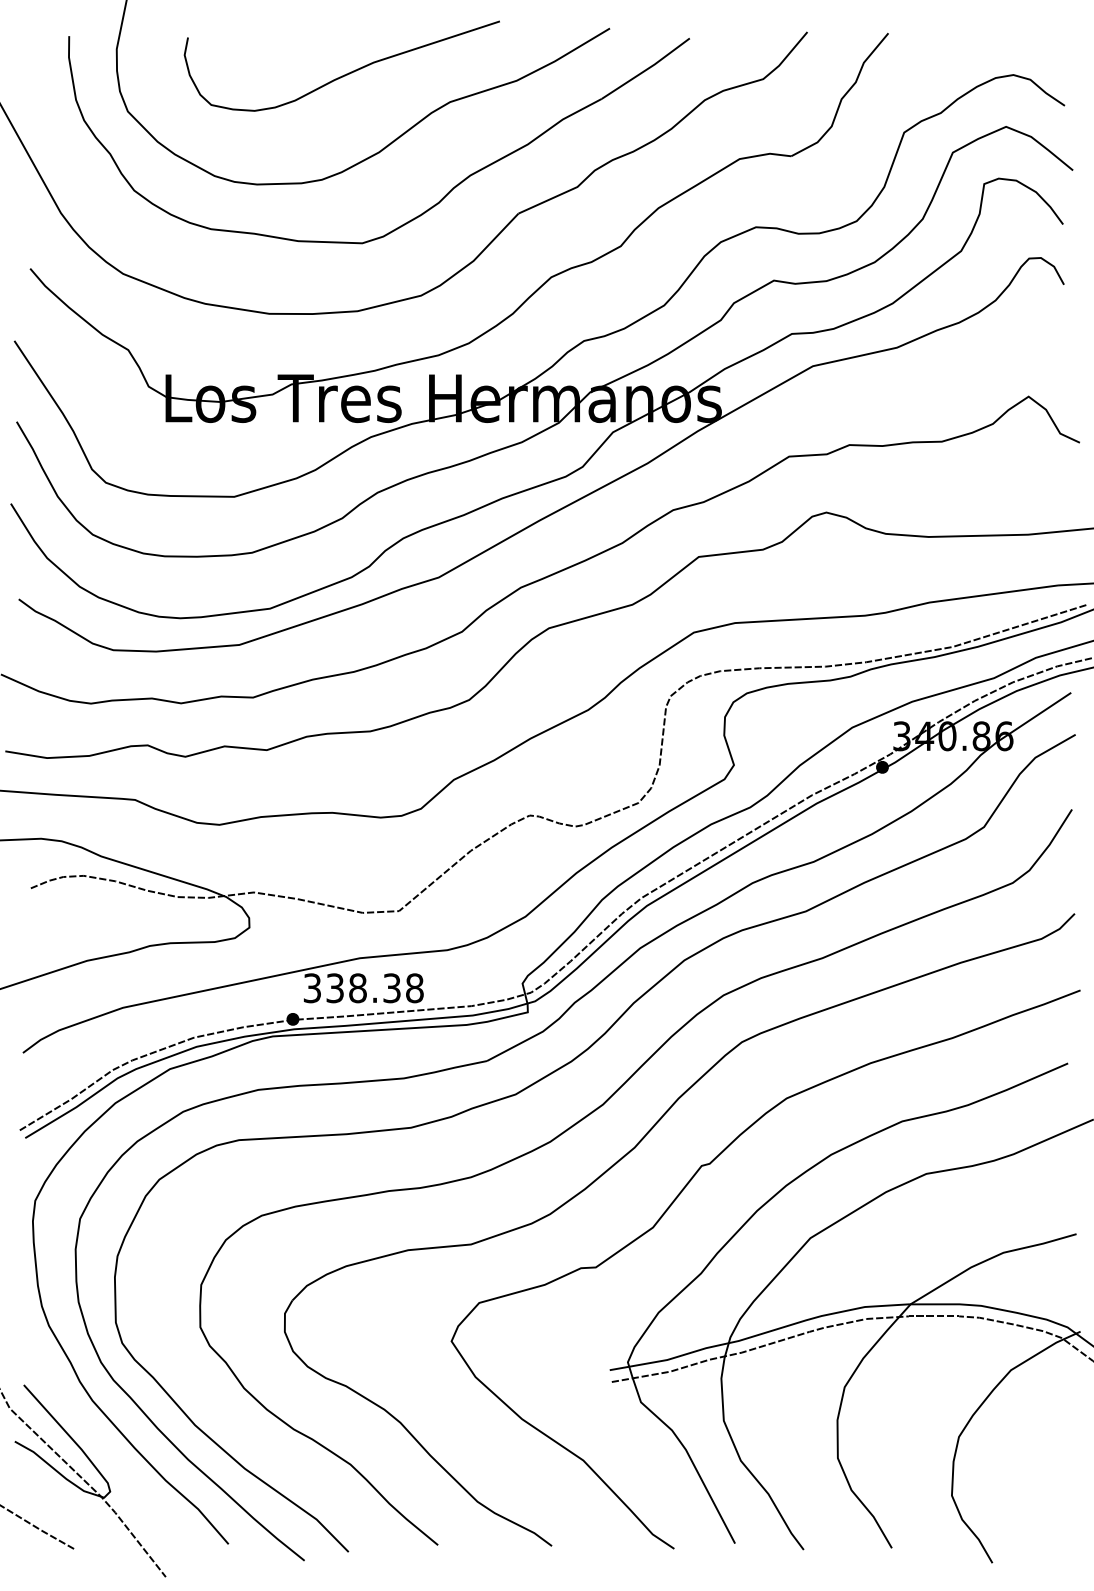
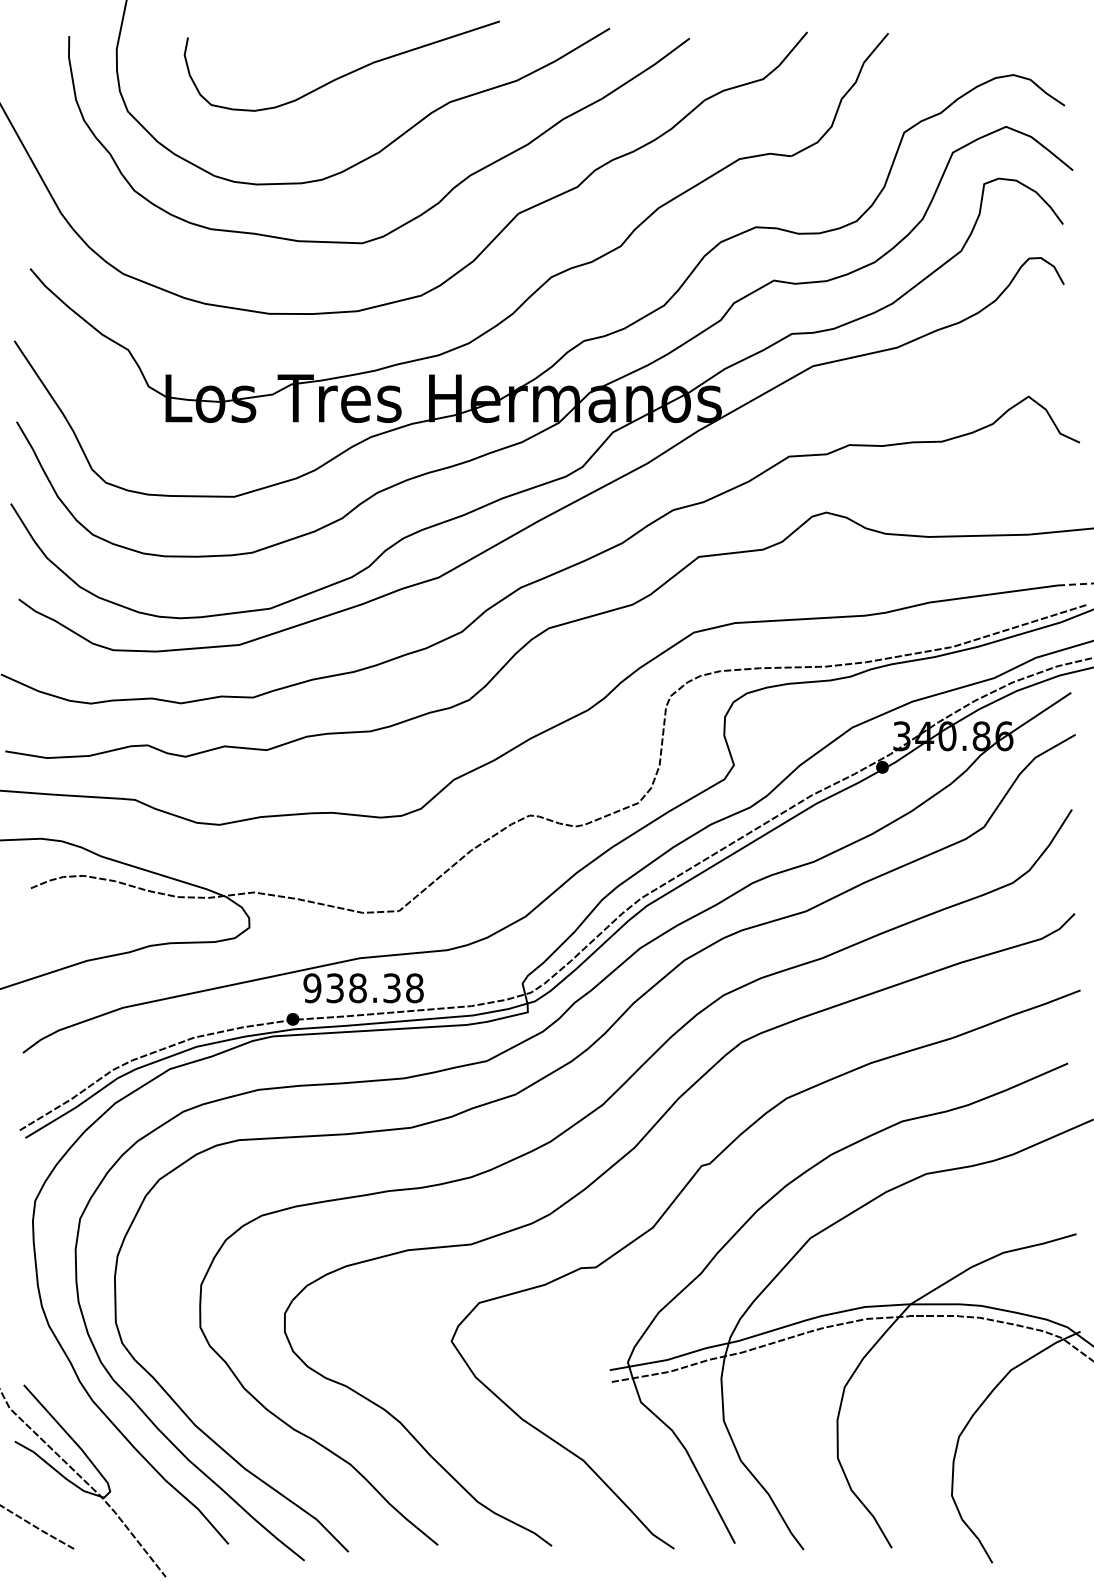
line at (1075, 584): solid -> dashed
text at (312, 988): 338.38 -> 938.38
